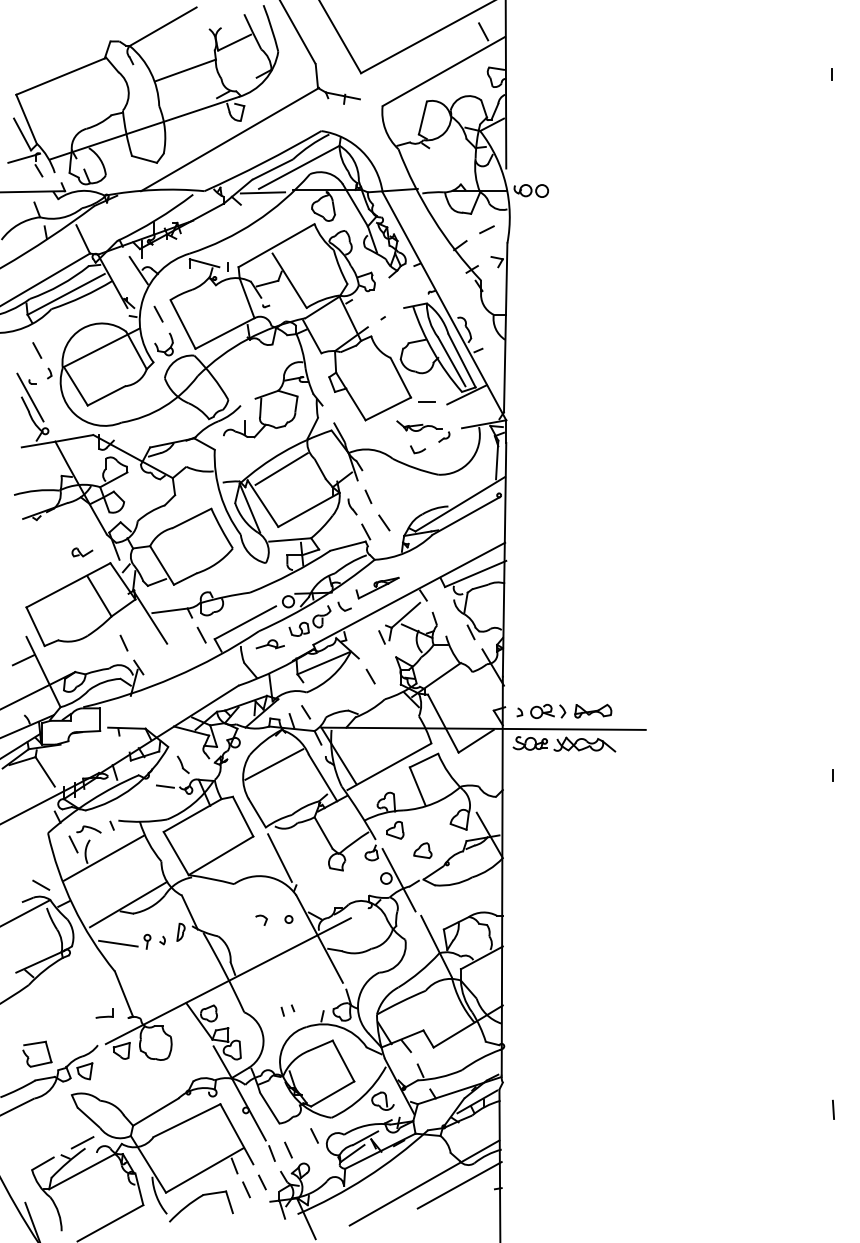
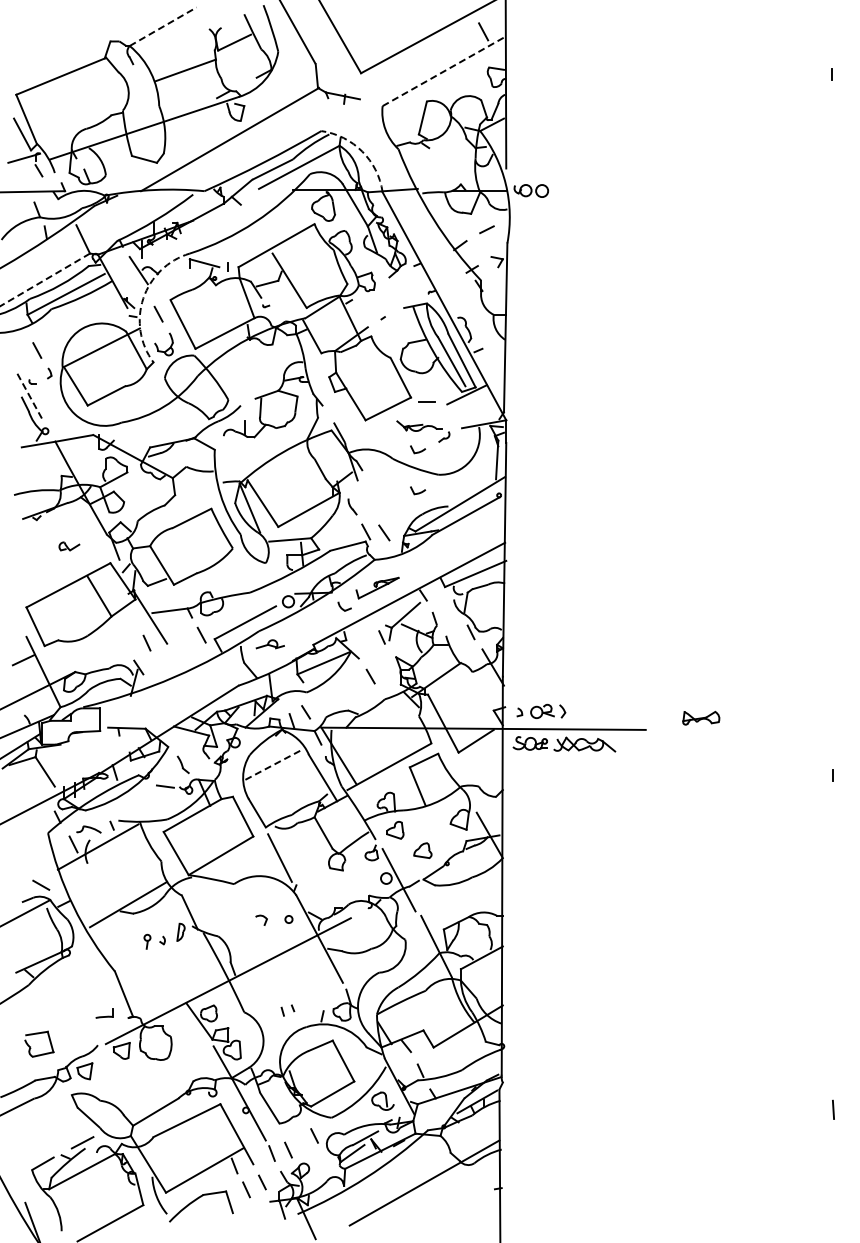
line at (163, 26): solid -> dashed
line at (444, 71): solid -> dashed
arc at (362, 151): solid -> dashed
line at (262, 192): present -> none
line at (45, 279): solid -> dashed
arc at (143, 298): solid -> dashed
line at (30, 398): solid -> dashed
line at (281, 468): present -> none
part at (418, 490): none -> present
line at (368, 496): present -> none
line at (384, 522) position: (384, 522) -> (384, 532)
part at (82, 552) position: (82, 552) -> (69, 546)
part at (309, 620): present -> none
line at (123, 642) position: (123, 642) -> (146, 642)
part at (593, 710) position: (593, 710) -> (701, 717)
line at (274, 764): solid -> dashed
line at (103, 857) position: (103, 857) -> (97, 846)
line at (118, 943): present -> none
part at (36, 1044) position: (36, 1044) -> (38, 1034)
line at (459, 1185): present -> none
